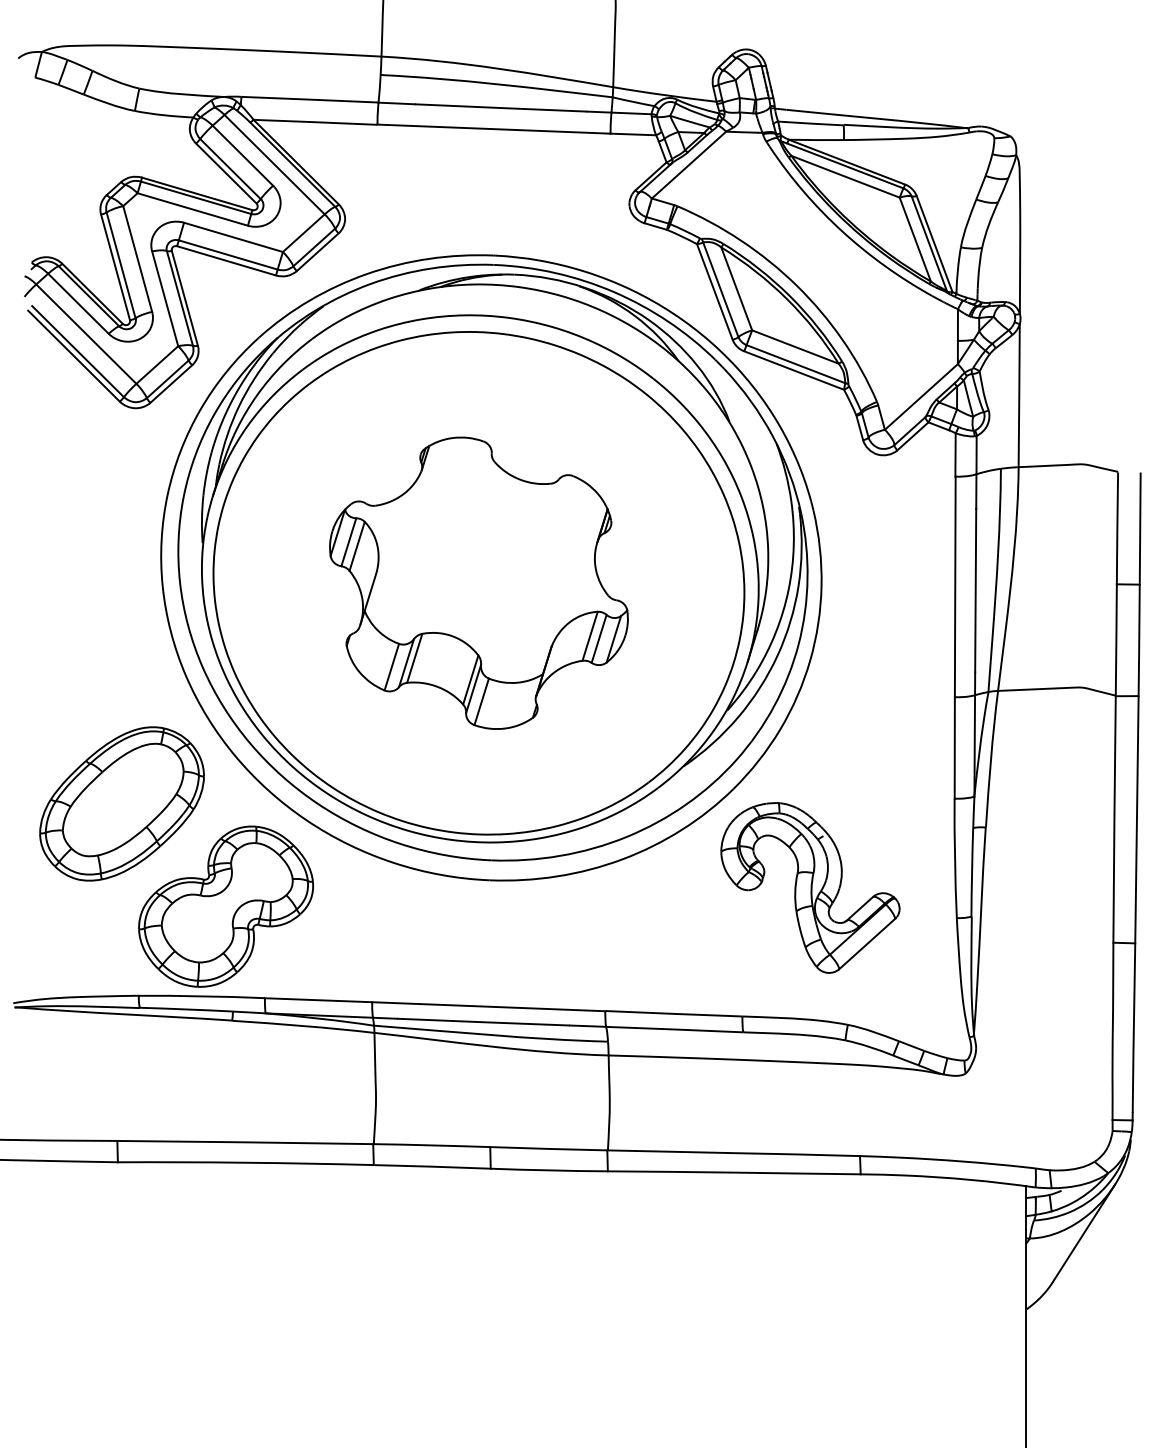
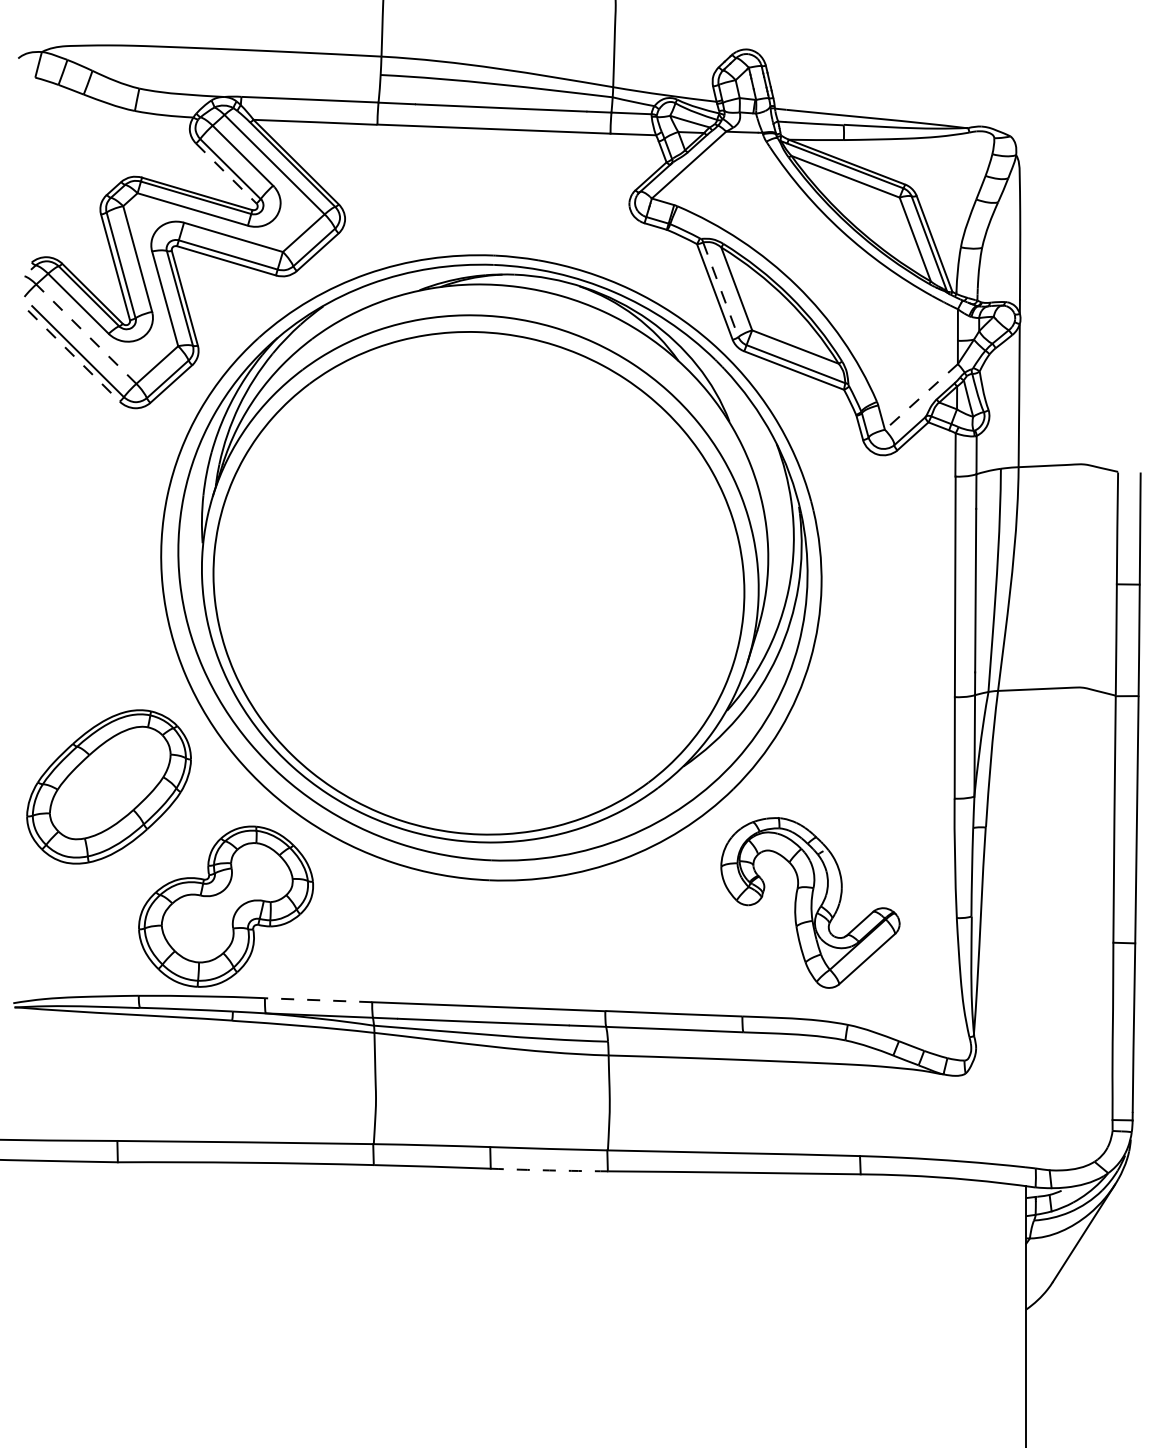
line at (226, 173): solid -> dashed
line at (720, 289): solid -> dashed
line at (86, 334): solid -> dashed
line at (73, 356): solid -> dashed
line at (921, 397): solid -> dashed
part at (478, 582): present -> none
part at (121, 803) position: (121, 803) -> (108, 786)
part at (810, 887) position: (810, 887) -> (810, 902)
line at (318, 1000): solid -> dashed
arc at (549, 1170): solid -> dashed
